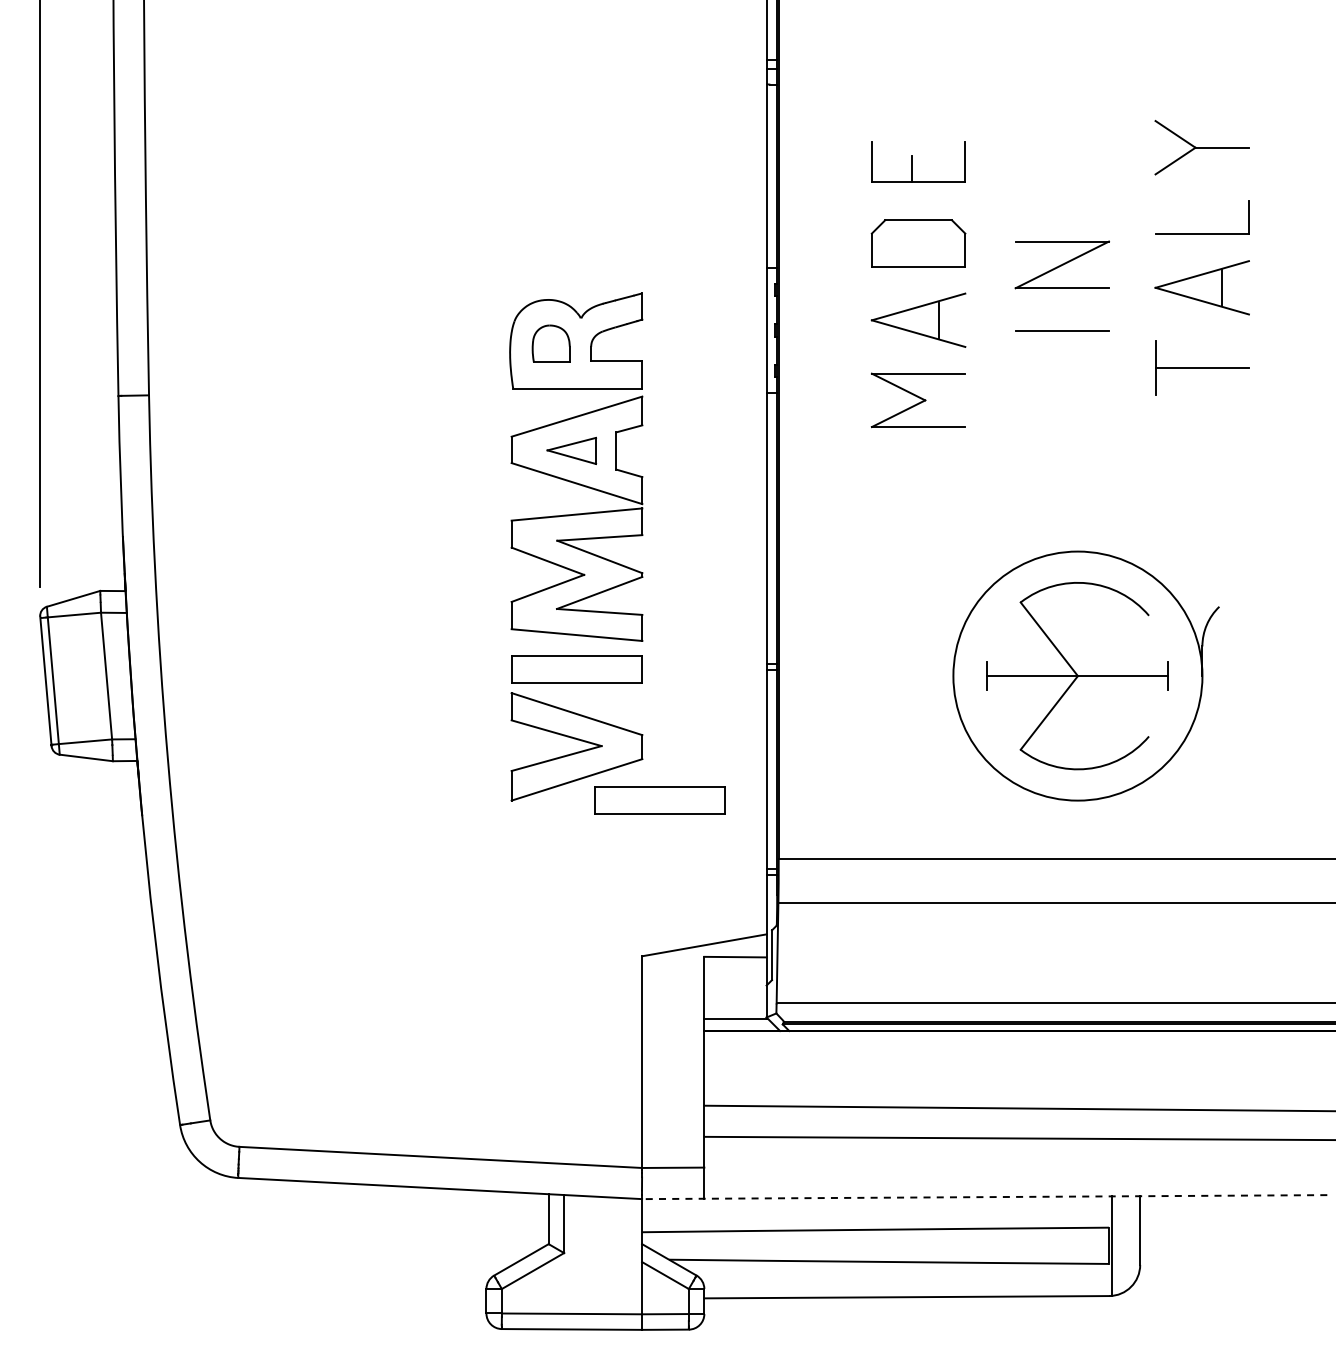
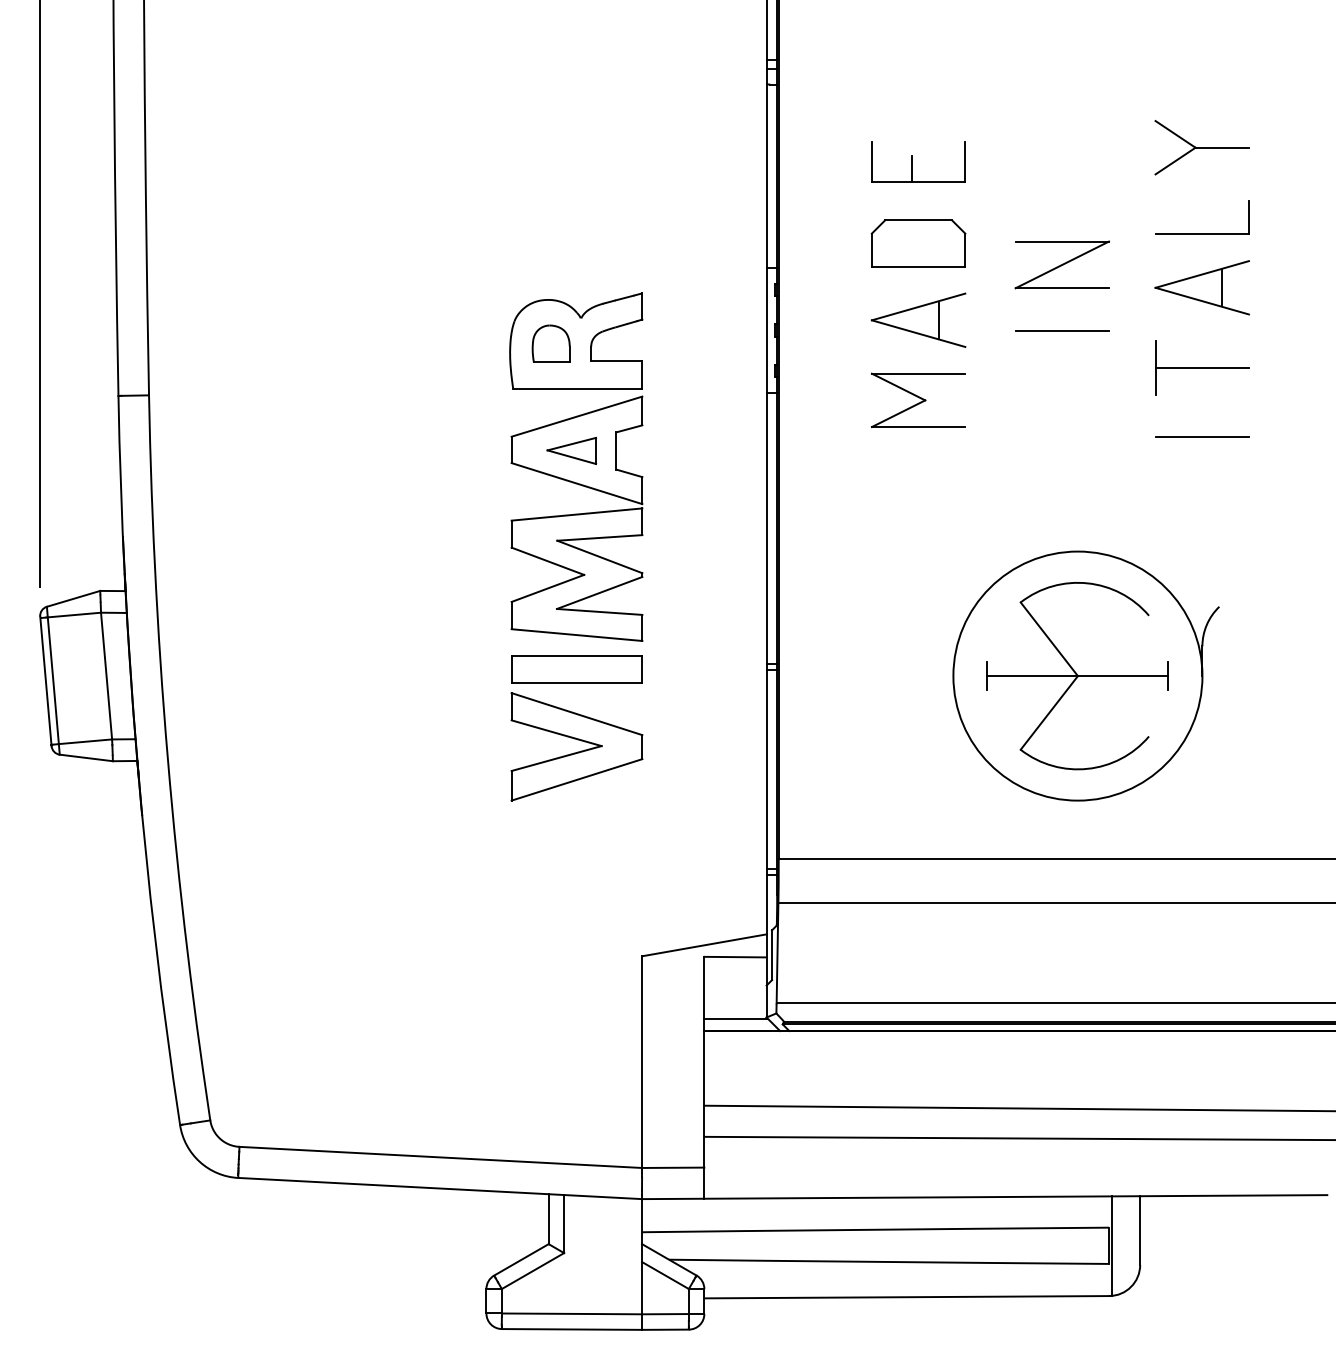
line at (1201, 436): none -> present
part at (659, 800): present -> none
line at (984, 1197): dashed -> solid
